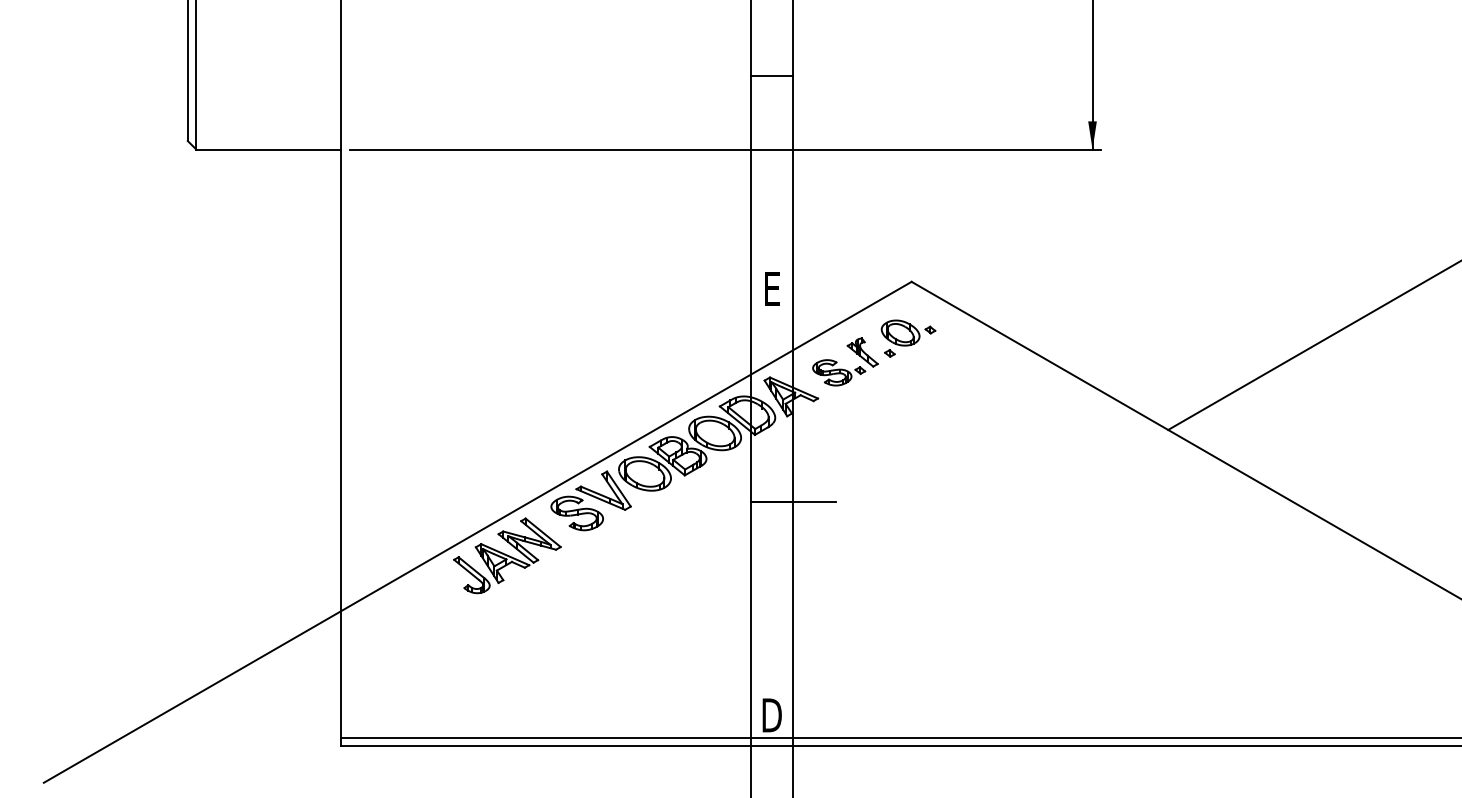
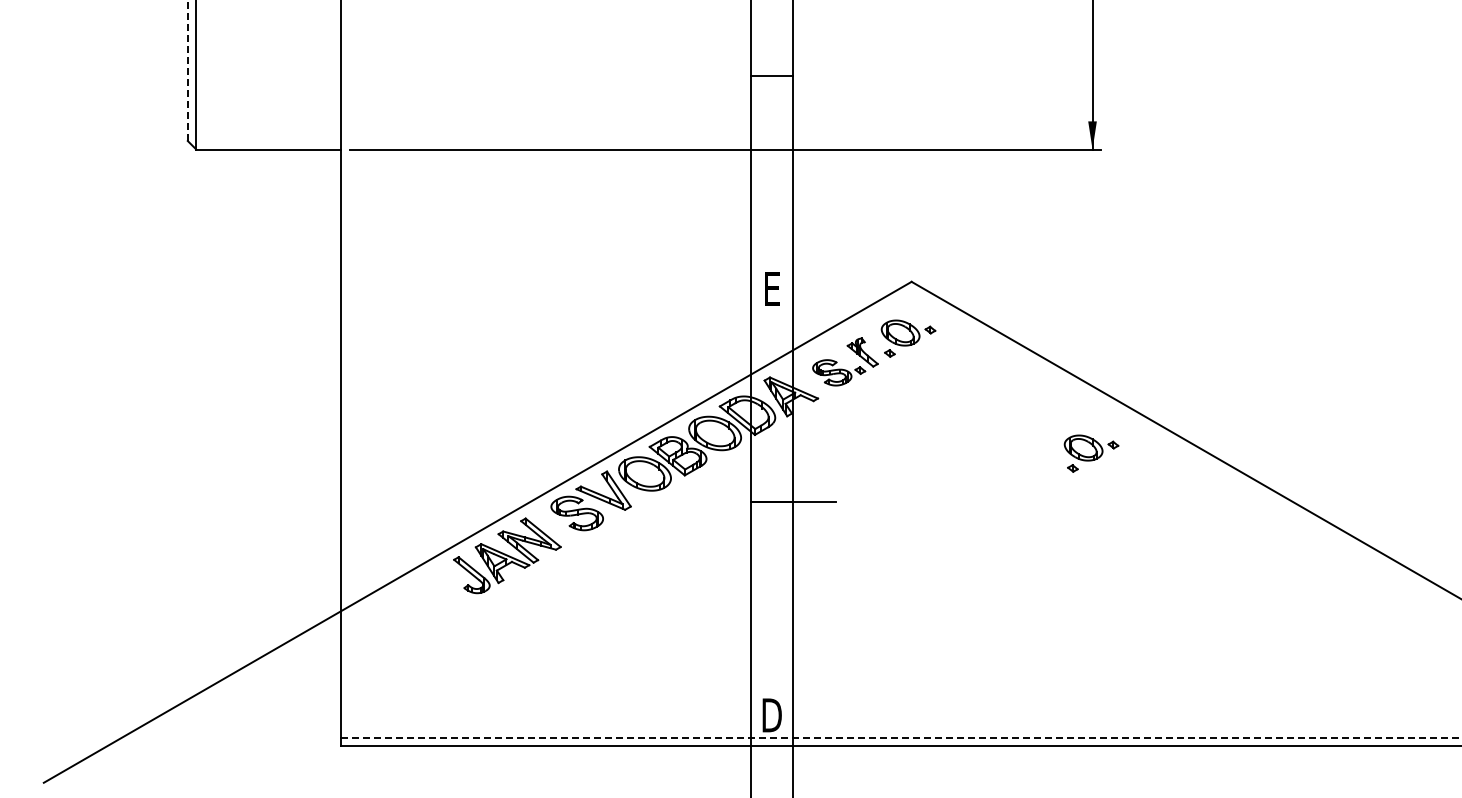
line at (187, 70): solid -> dashed
line at (1313, 345): present -> none
part at (1091, 453): none -> present
line at (901, 737): solid -> dashed
